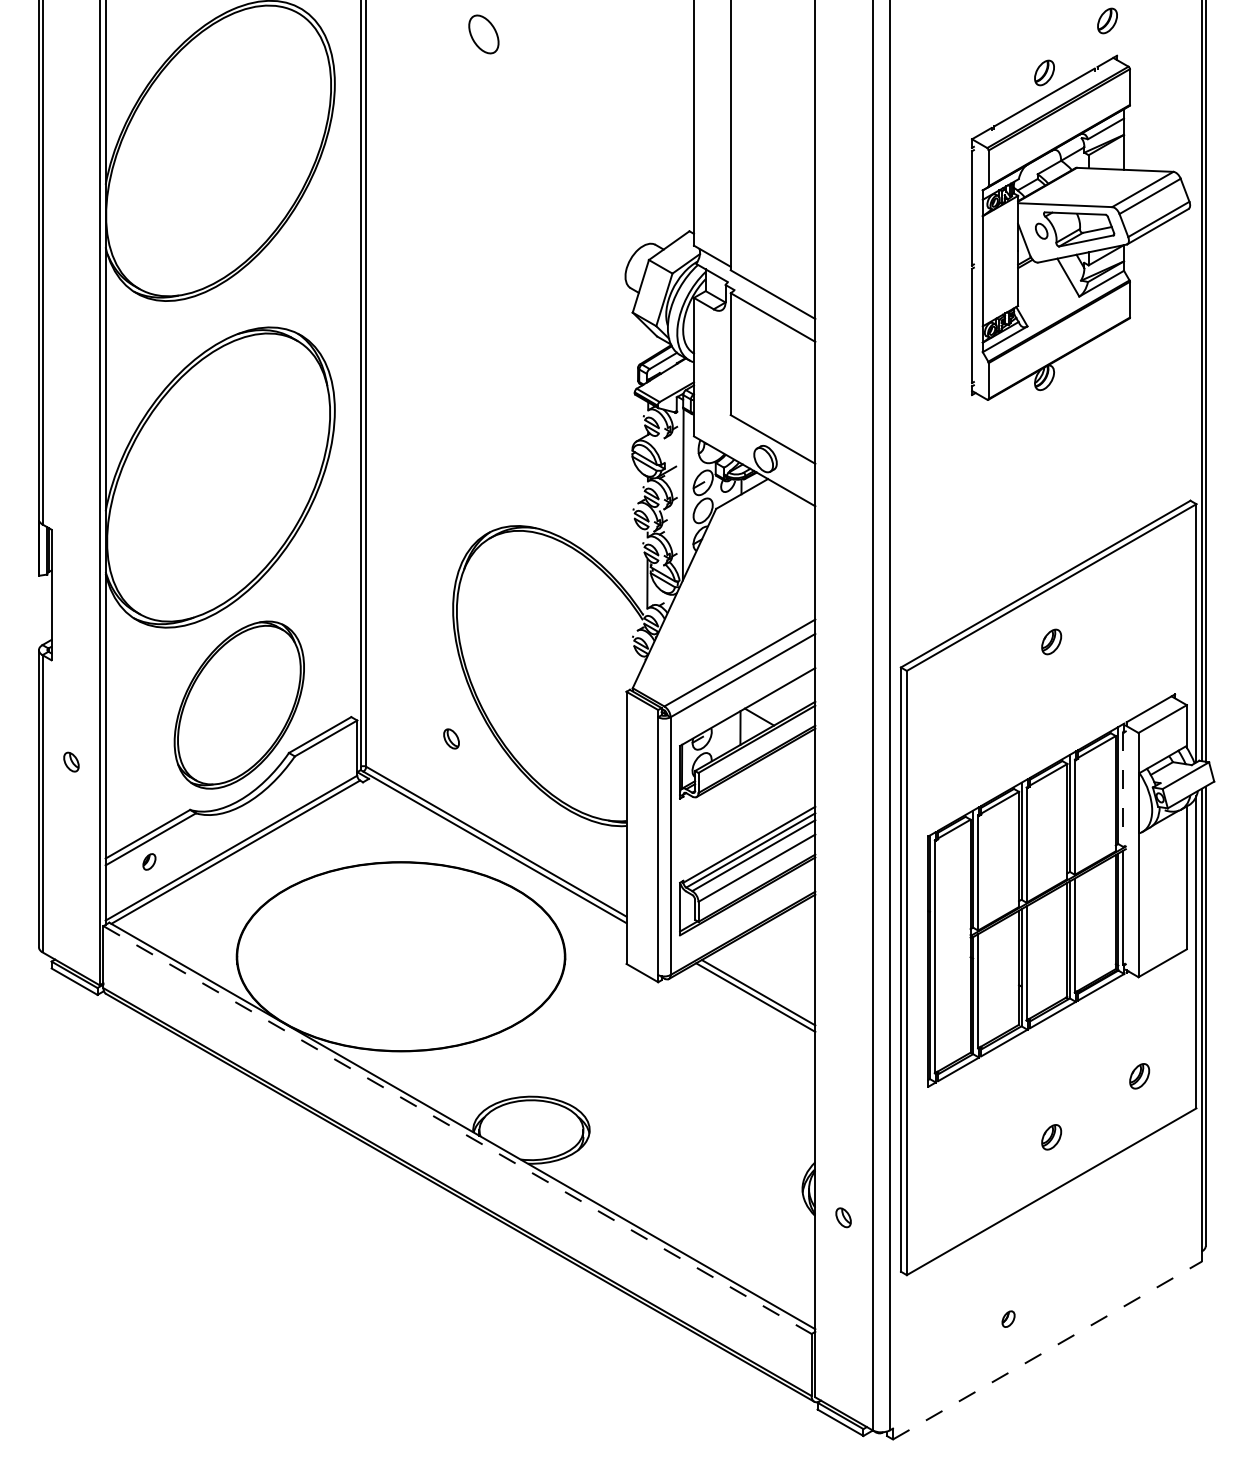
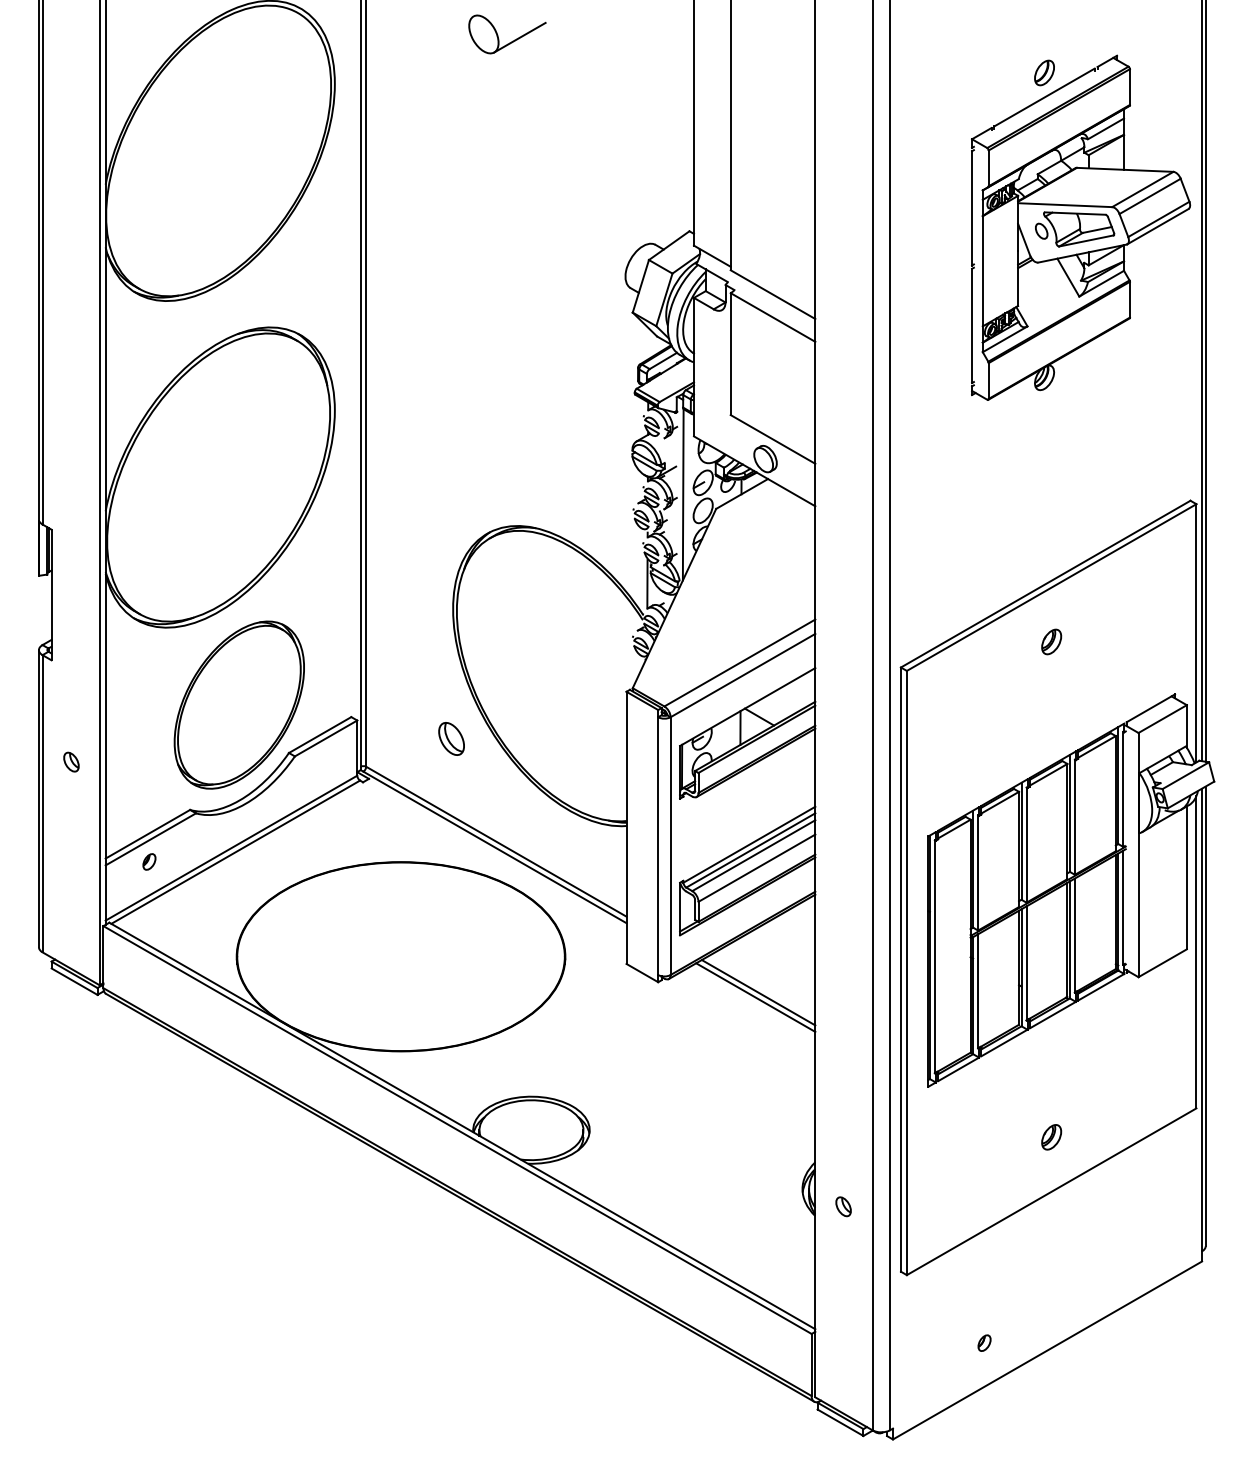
part at (1107, 20): present -> none
line at (519, 37): none -> present
part at (451, 738) size: 17x22 px -> 27x34 px
line at (1123, 789): dashed -> solid
part at (1139, 1076): present -> none
line at (457, 1130): dashed -> solid
part at (843, 1217) position: (843, 1217) -> (843, 1206)
part at (1008, 1318) position: (1008, 1318) -> (984, 1342)
line at (1047, 1350): dashed -> solid
